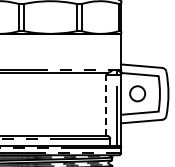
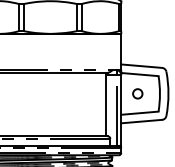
circle at (137, 93) size: 18x18 px -> 12x12 px
line at (106, 105): dashed -> solid
